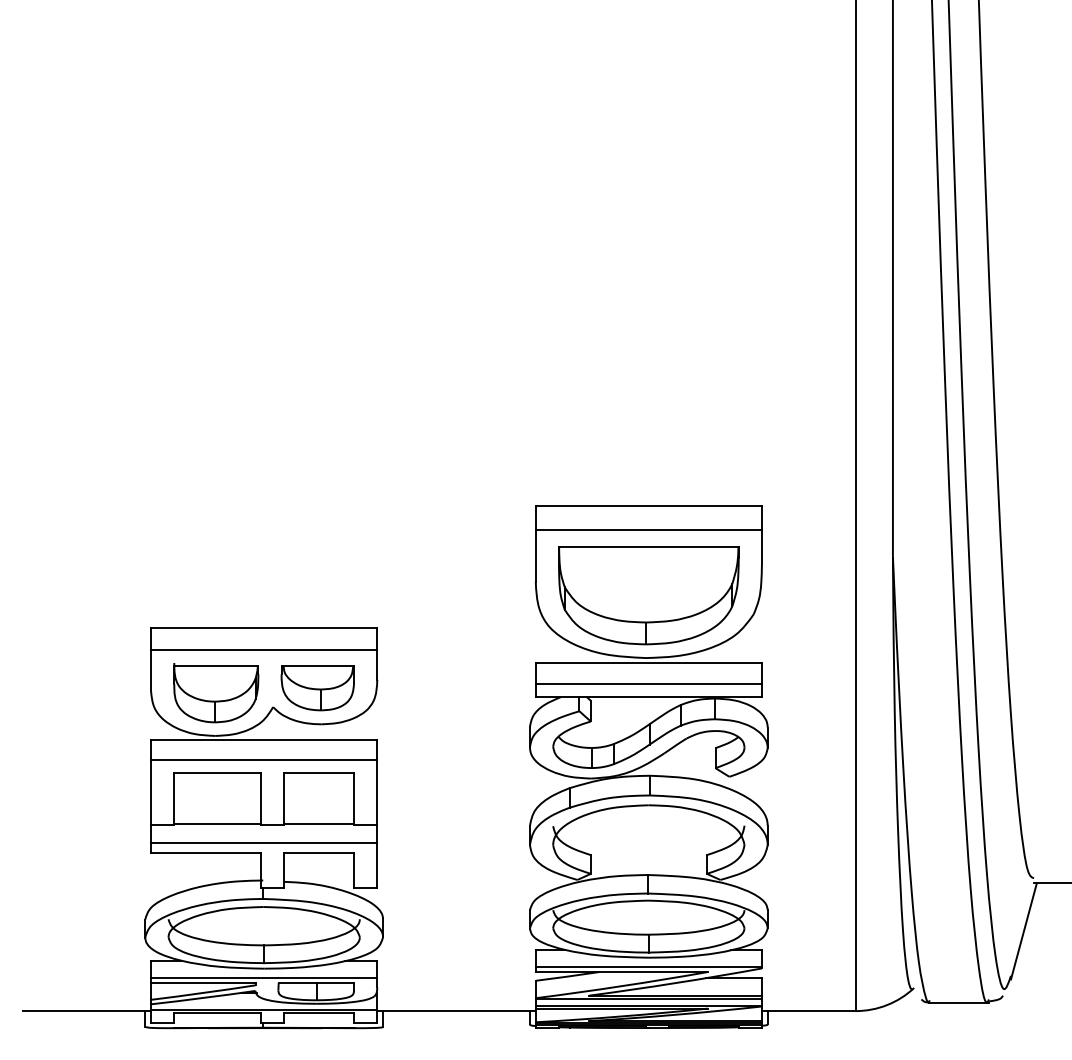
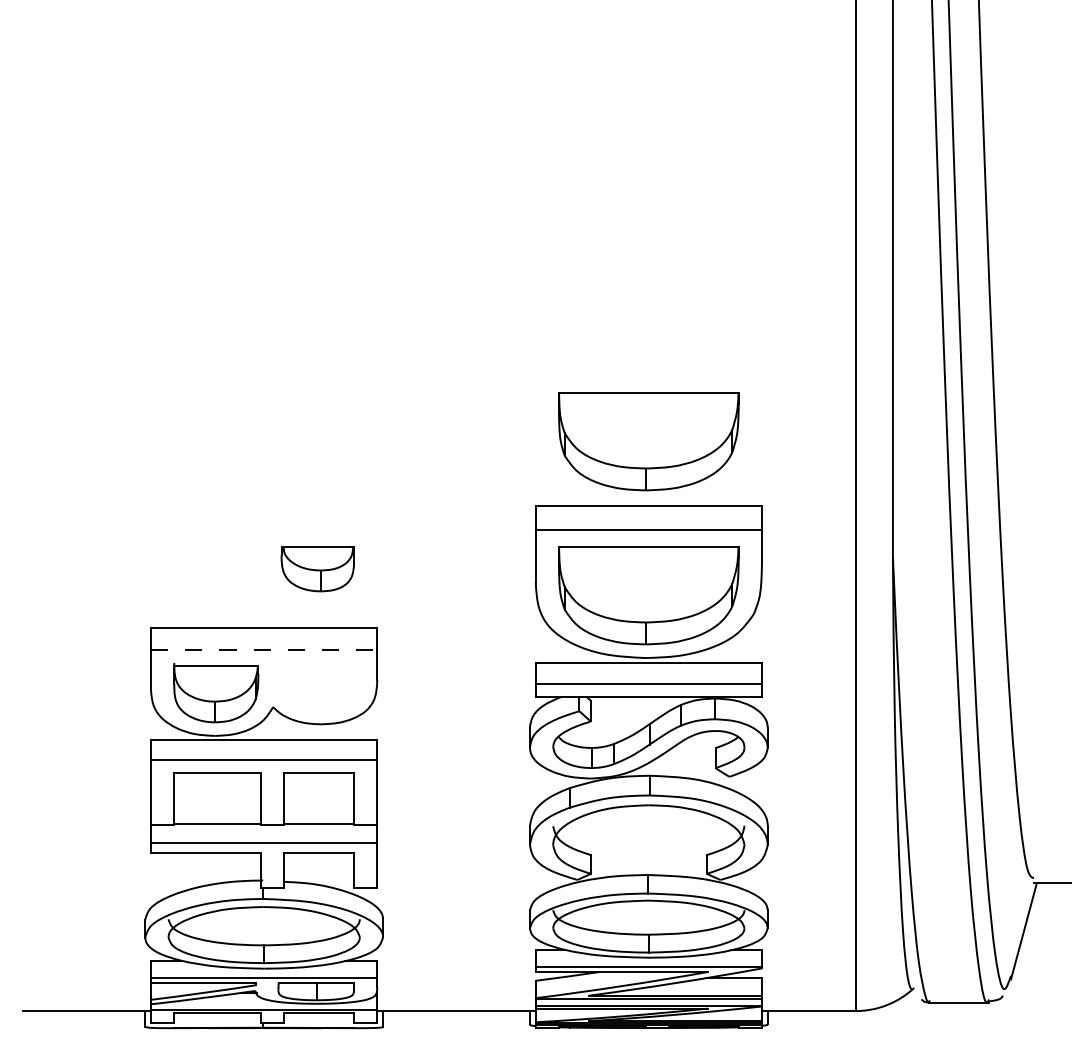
part at (648, 441): none -> present
line at (264, 650): solid -> dashed
part at (317, 688) position: (317, 688) -> (317, 569)
